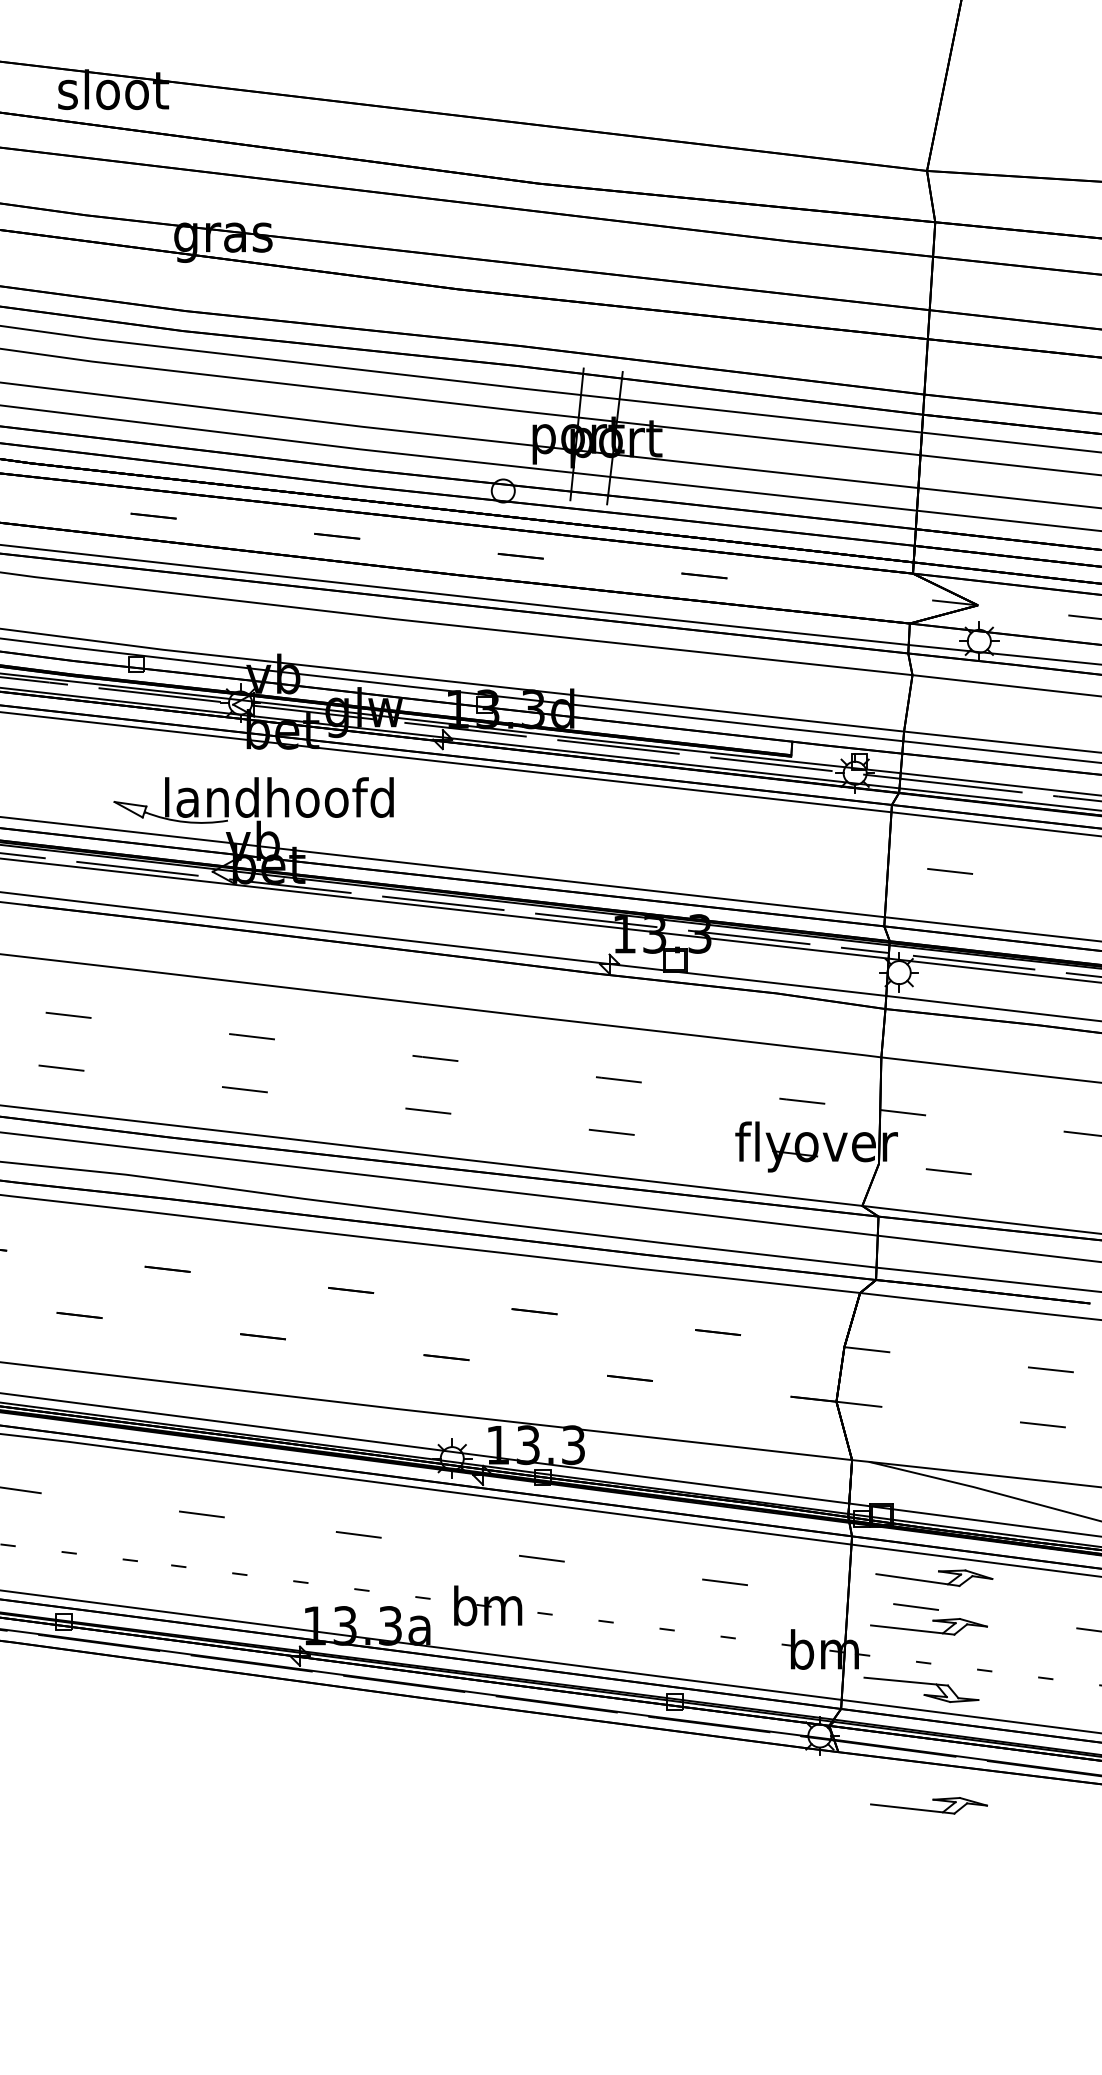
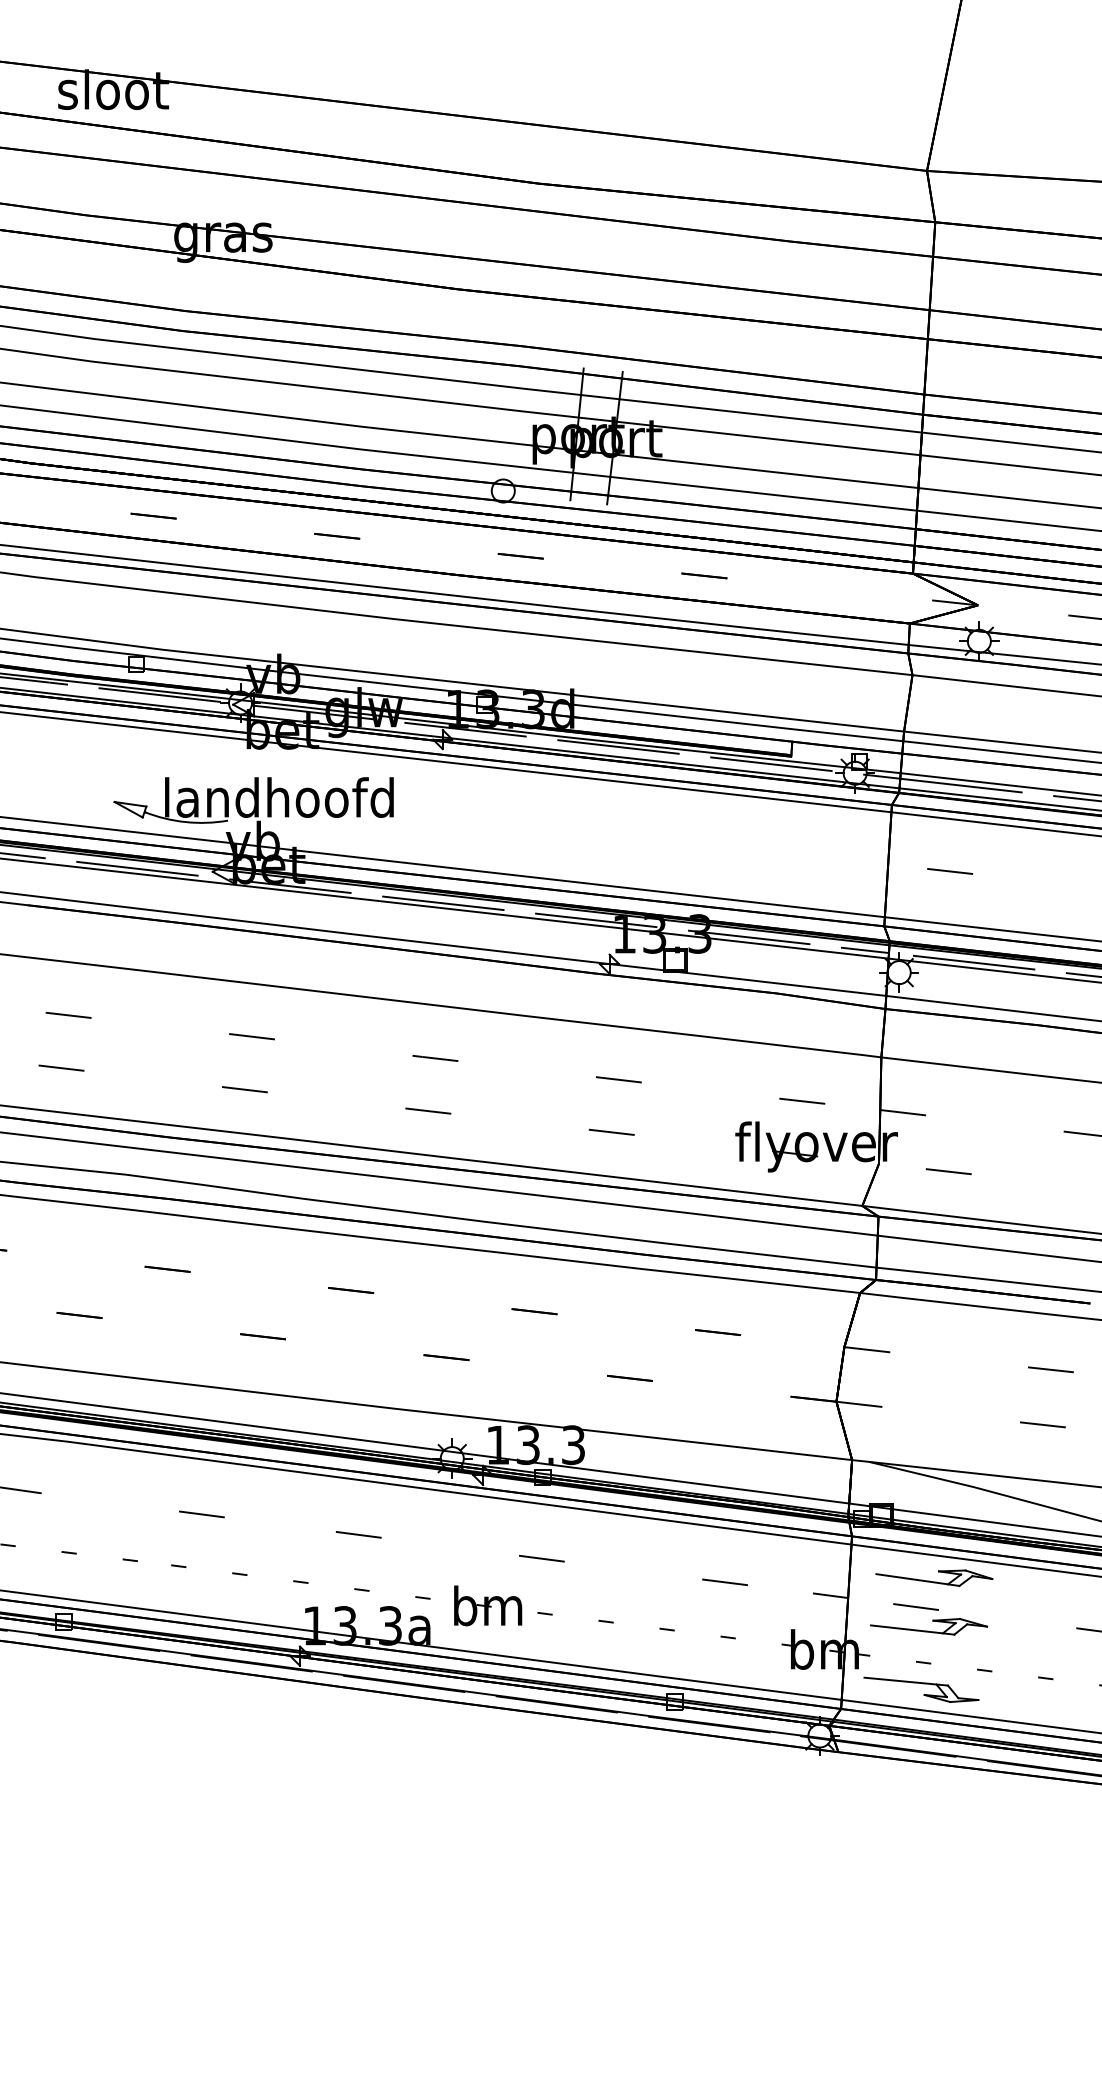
line at (830, 1595): none -> present
part at (928, 1805): present -> none
